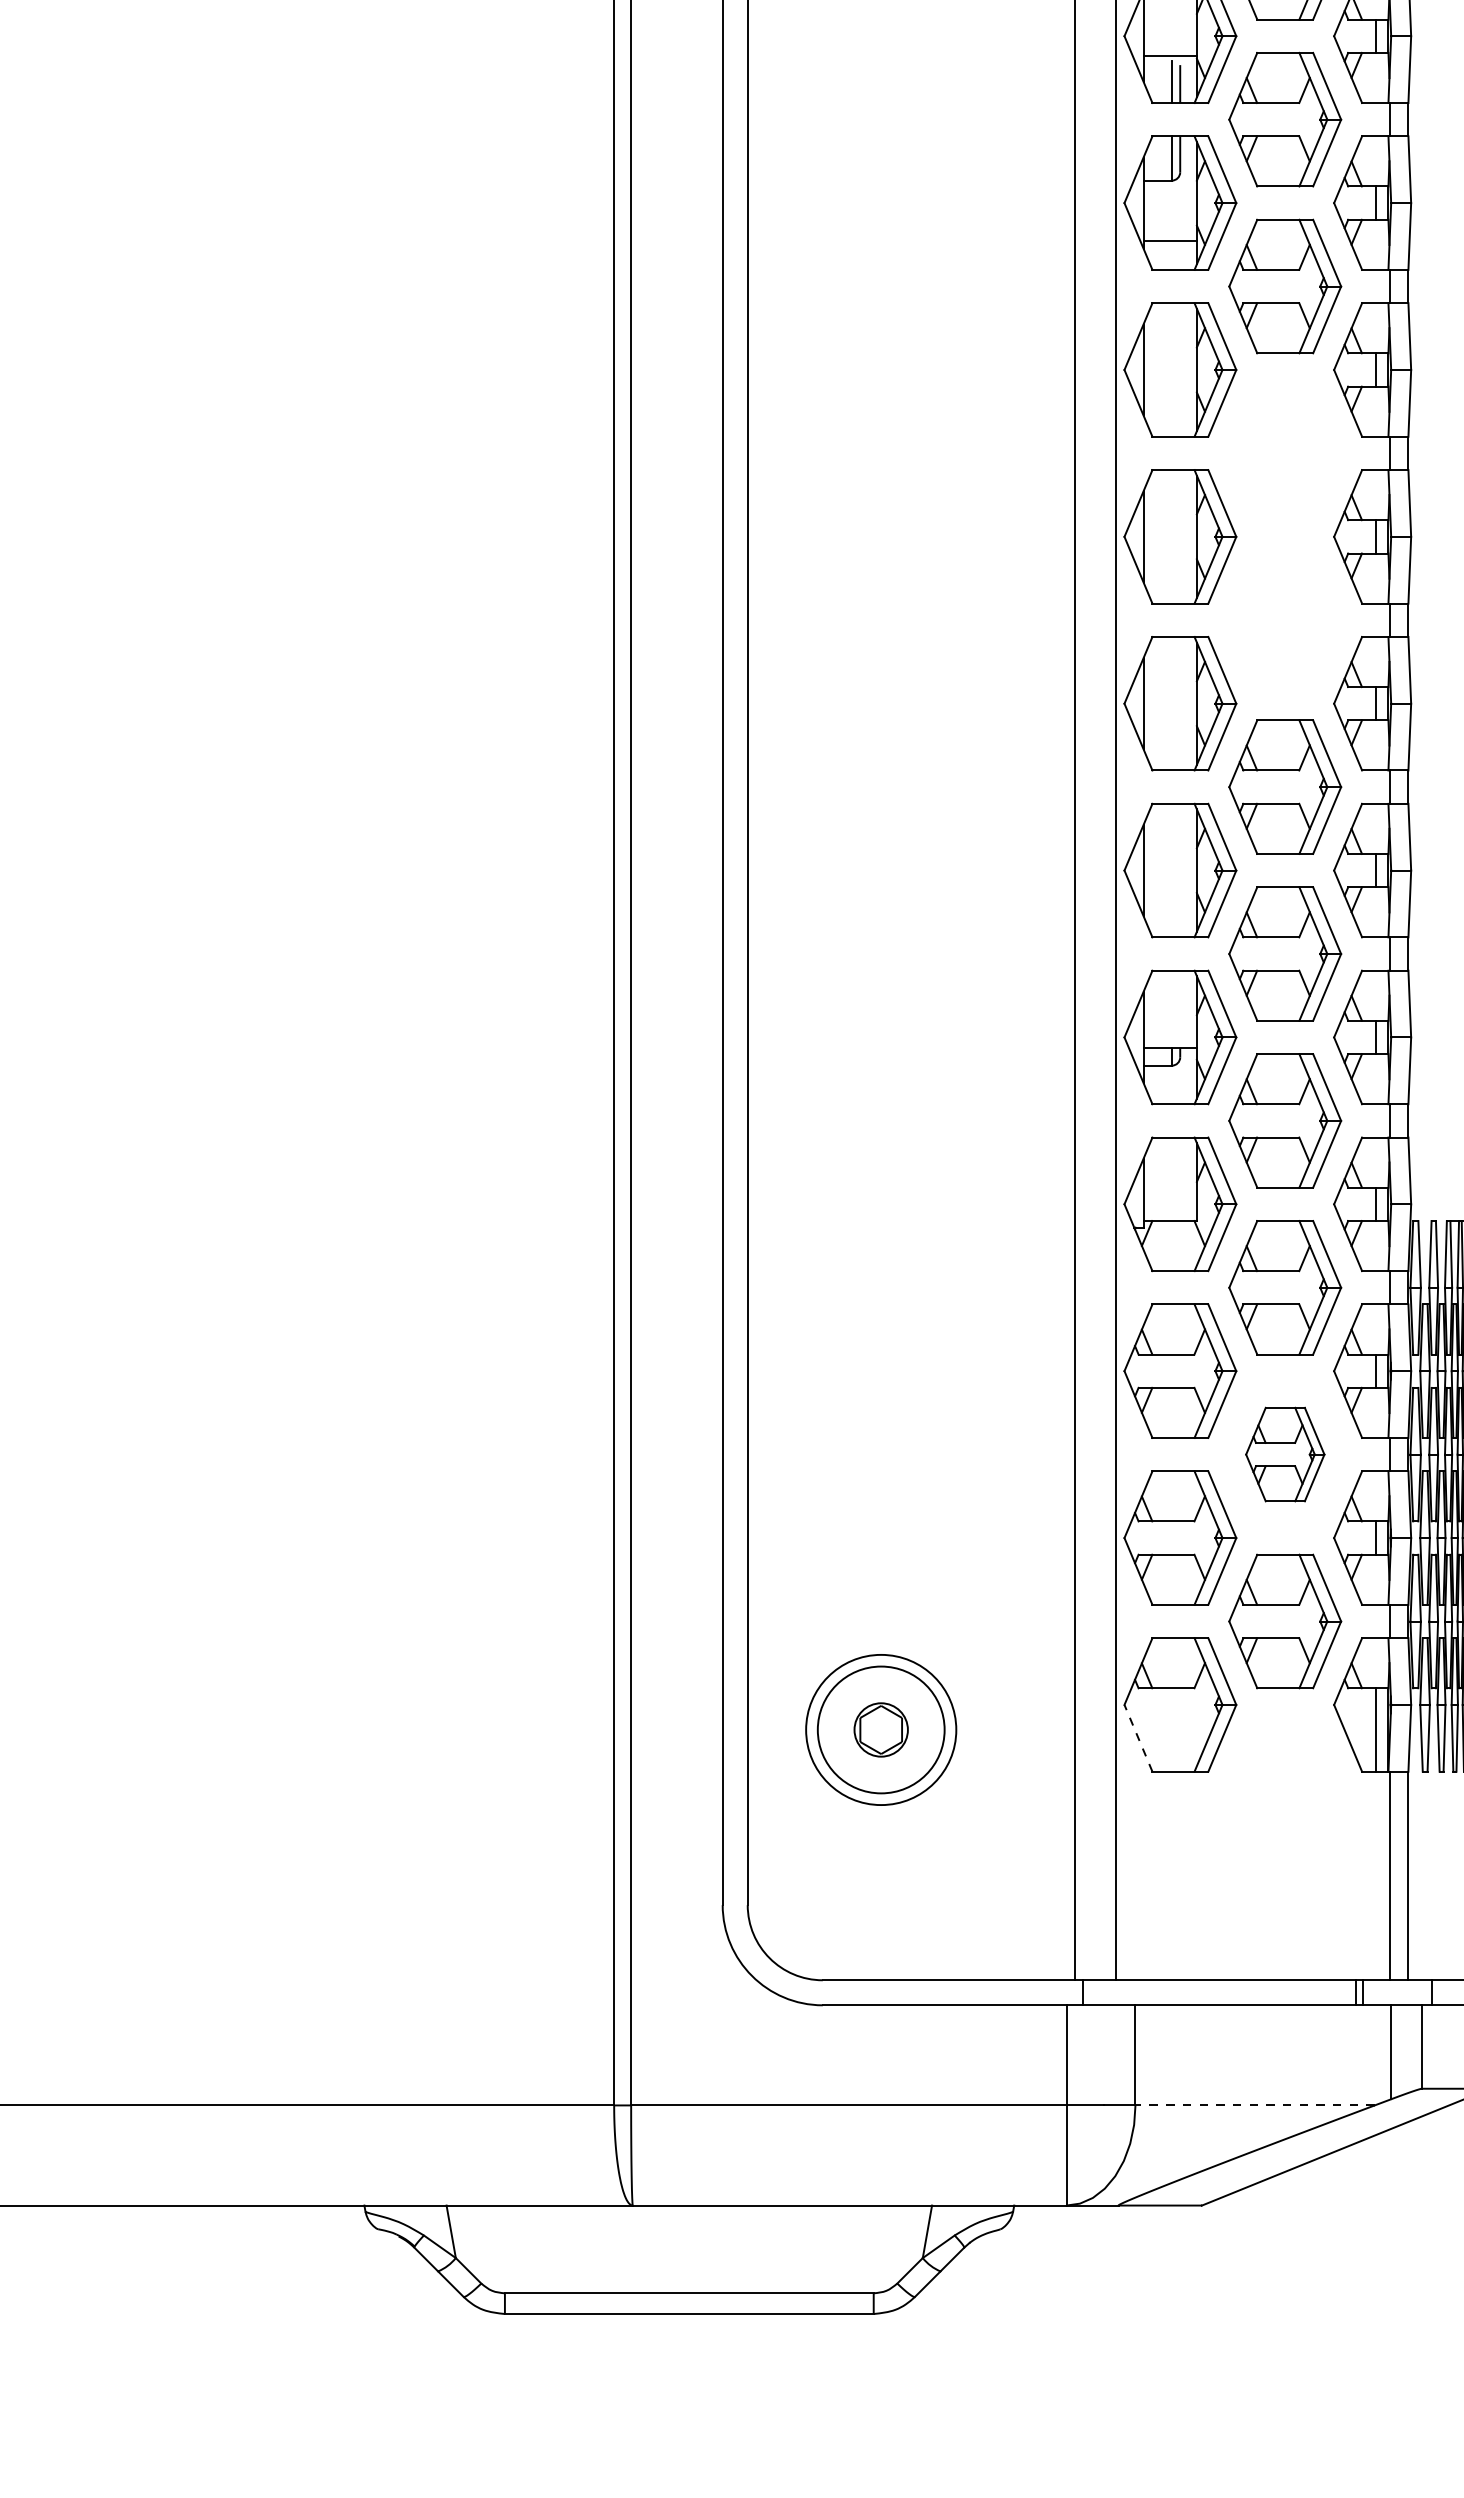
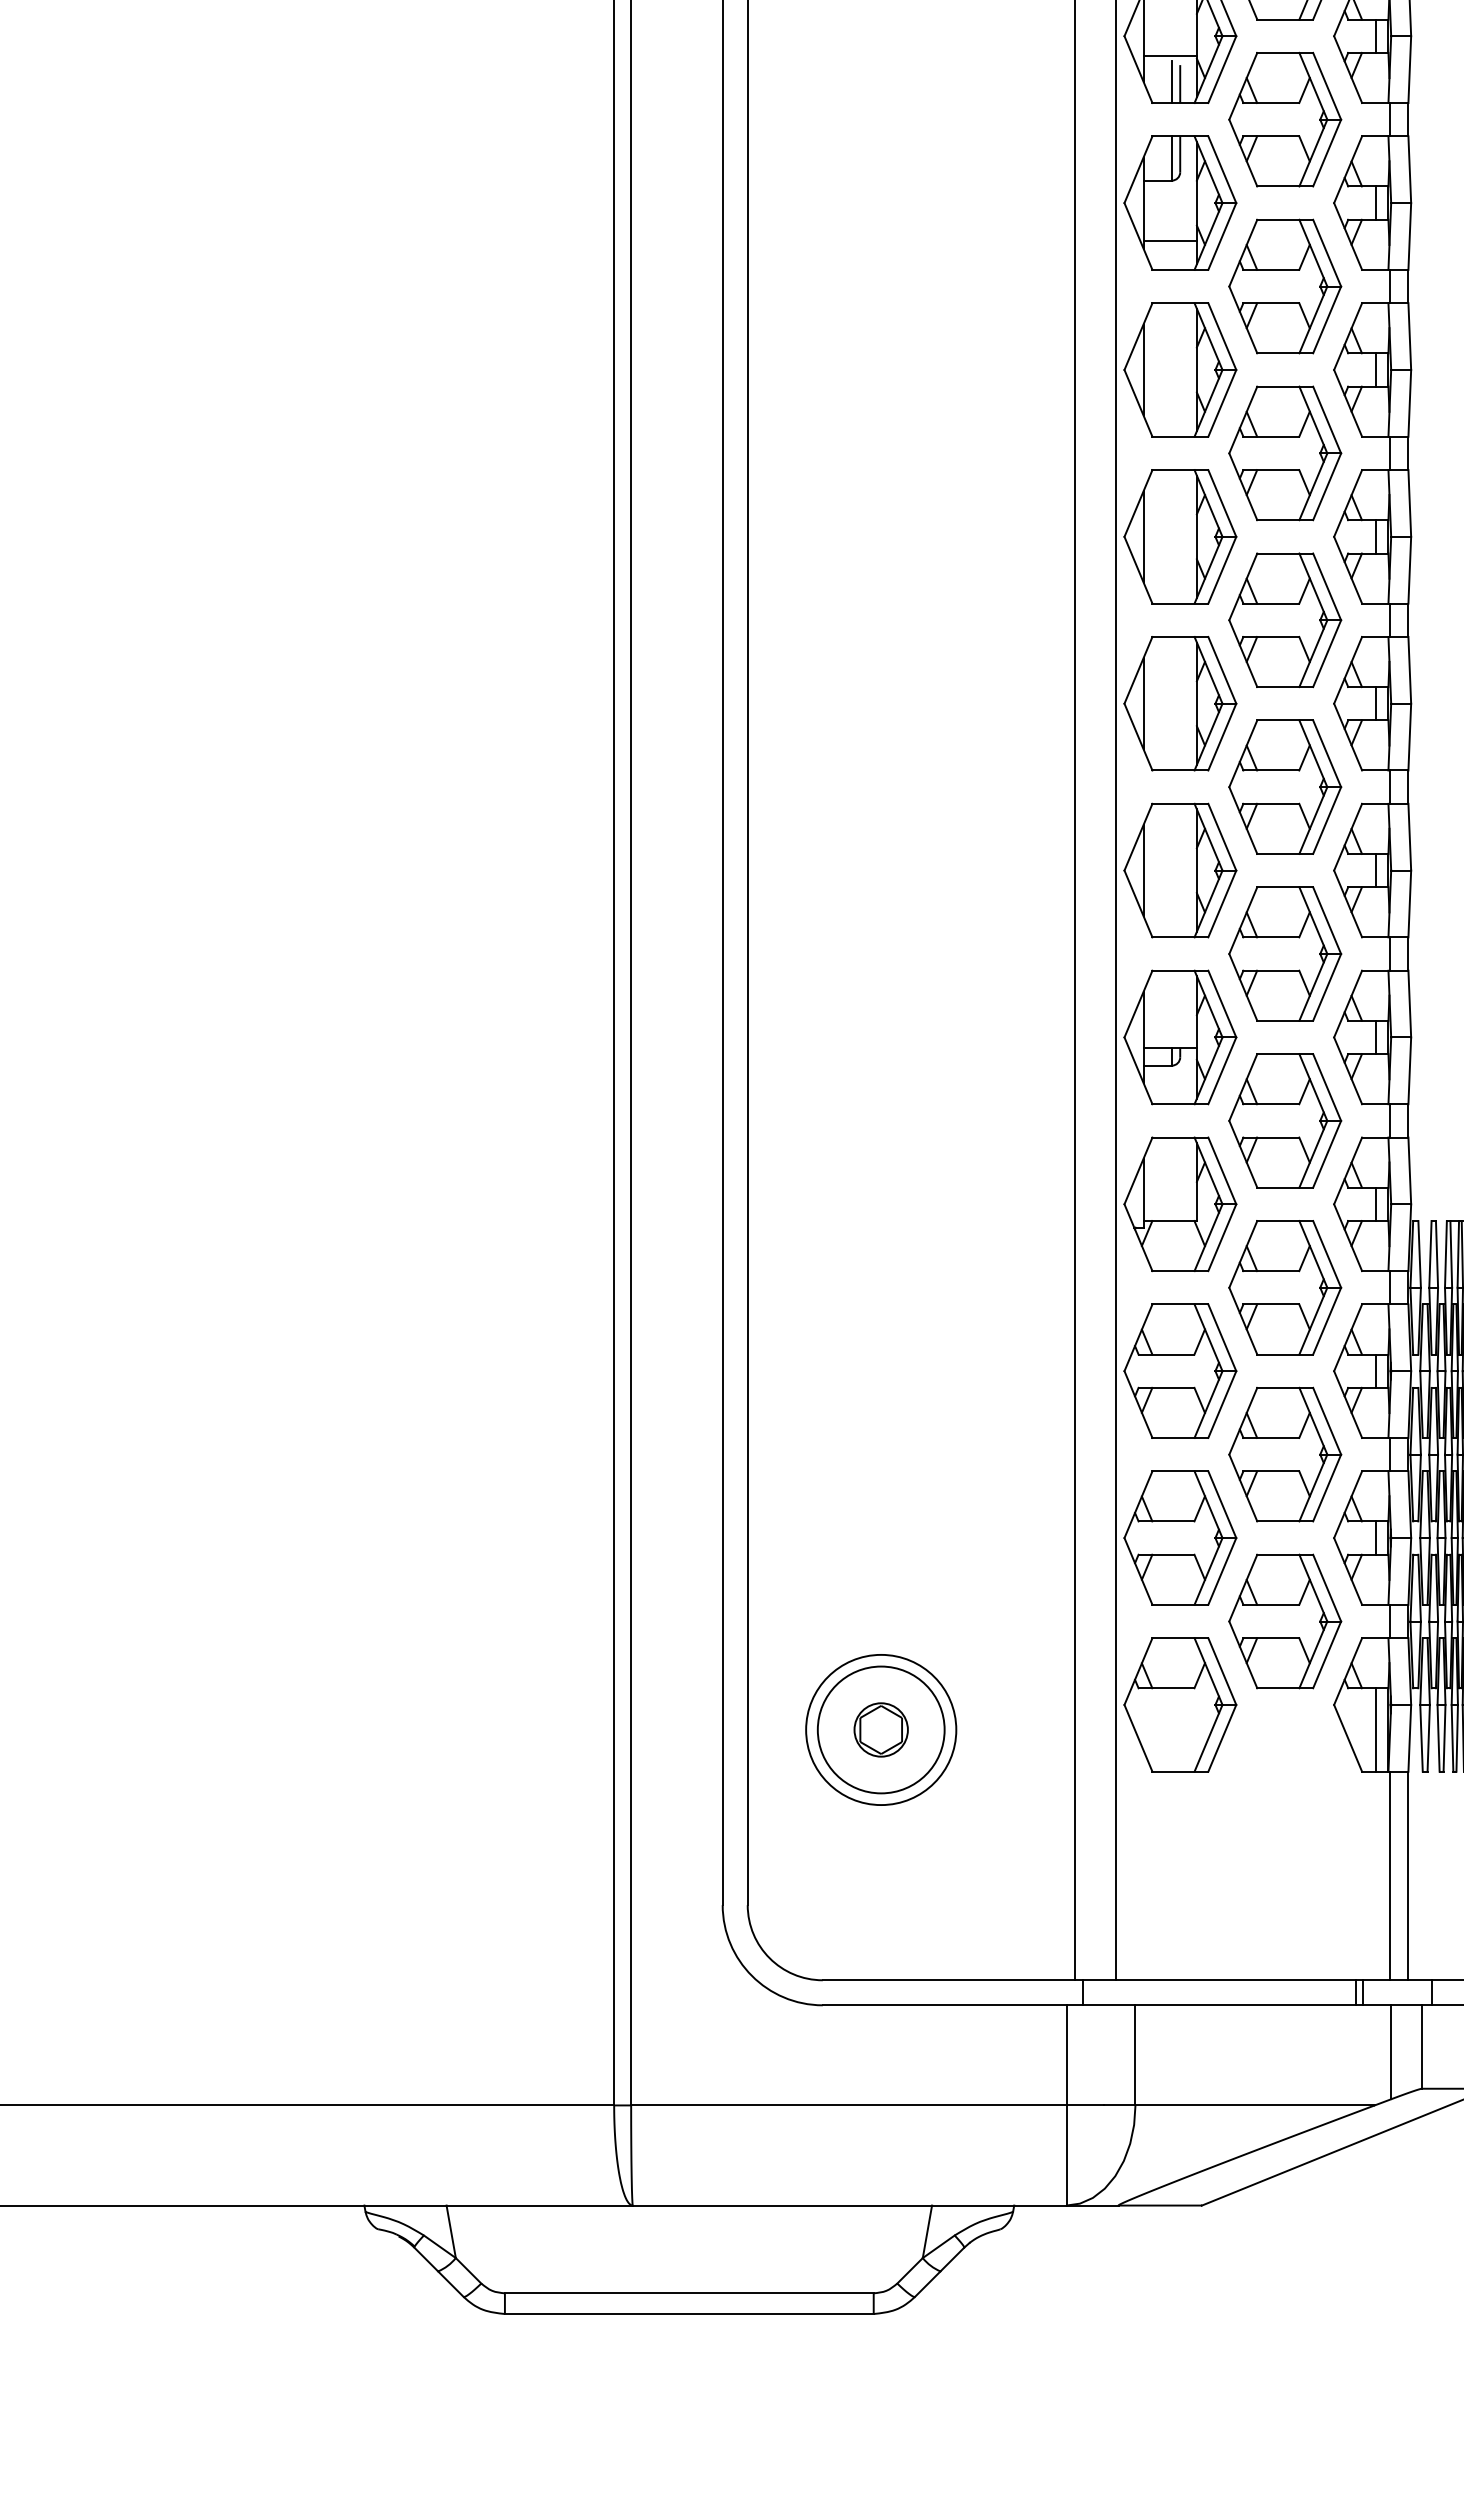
part at (1285, 453): none -> present
part at (1285, 620): none -> present
part at (1285, 1454) size: 81x97 px -> 115x137 px
line at (1138, 1737): dashed -> solid
line at (1255, 2105): dashed -> solid
